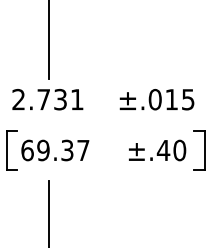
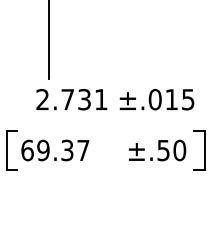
text at (47, 99) position: (47, 99) -> (71, 99)
text at (163, 150): ±.40 -> ±.50
line at (49, 212): present -> none
